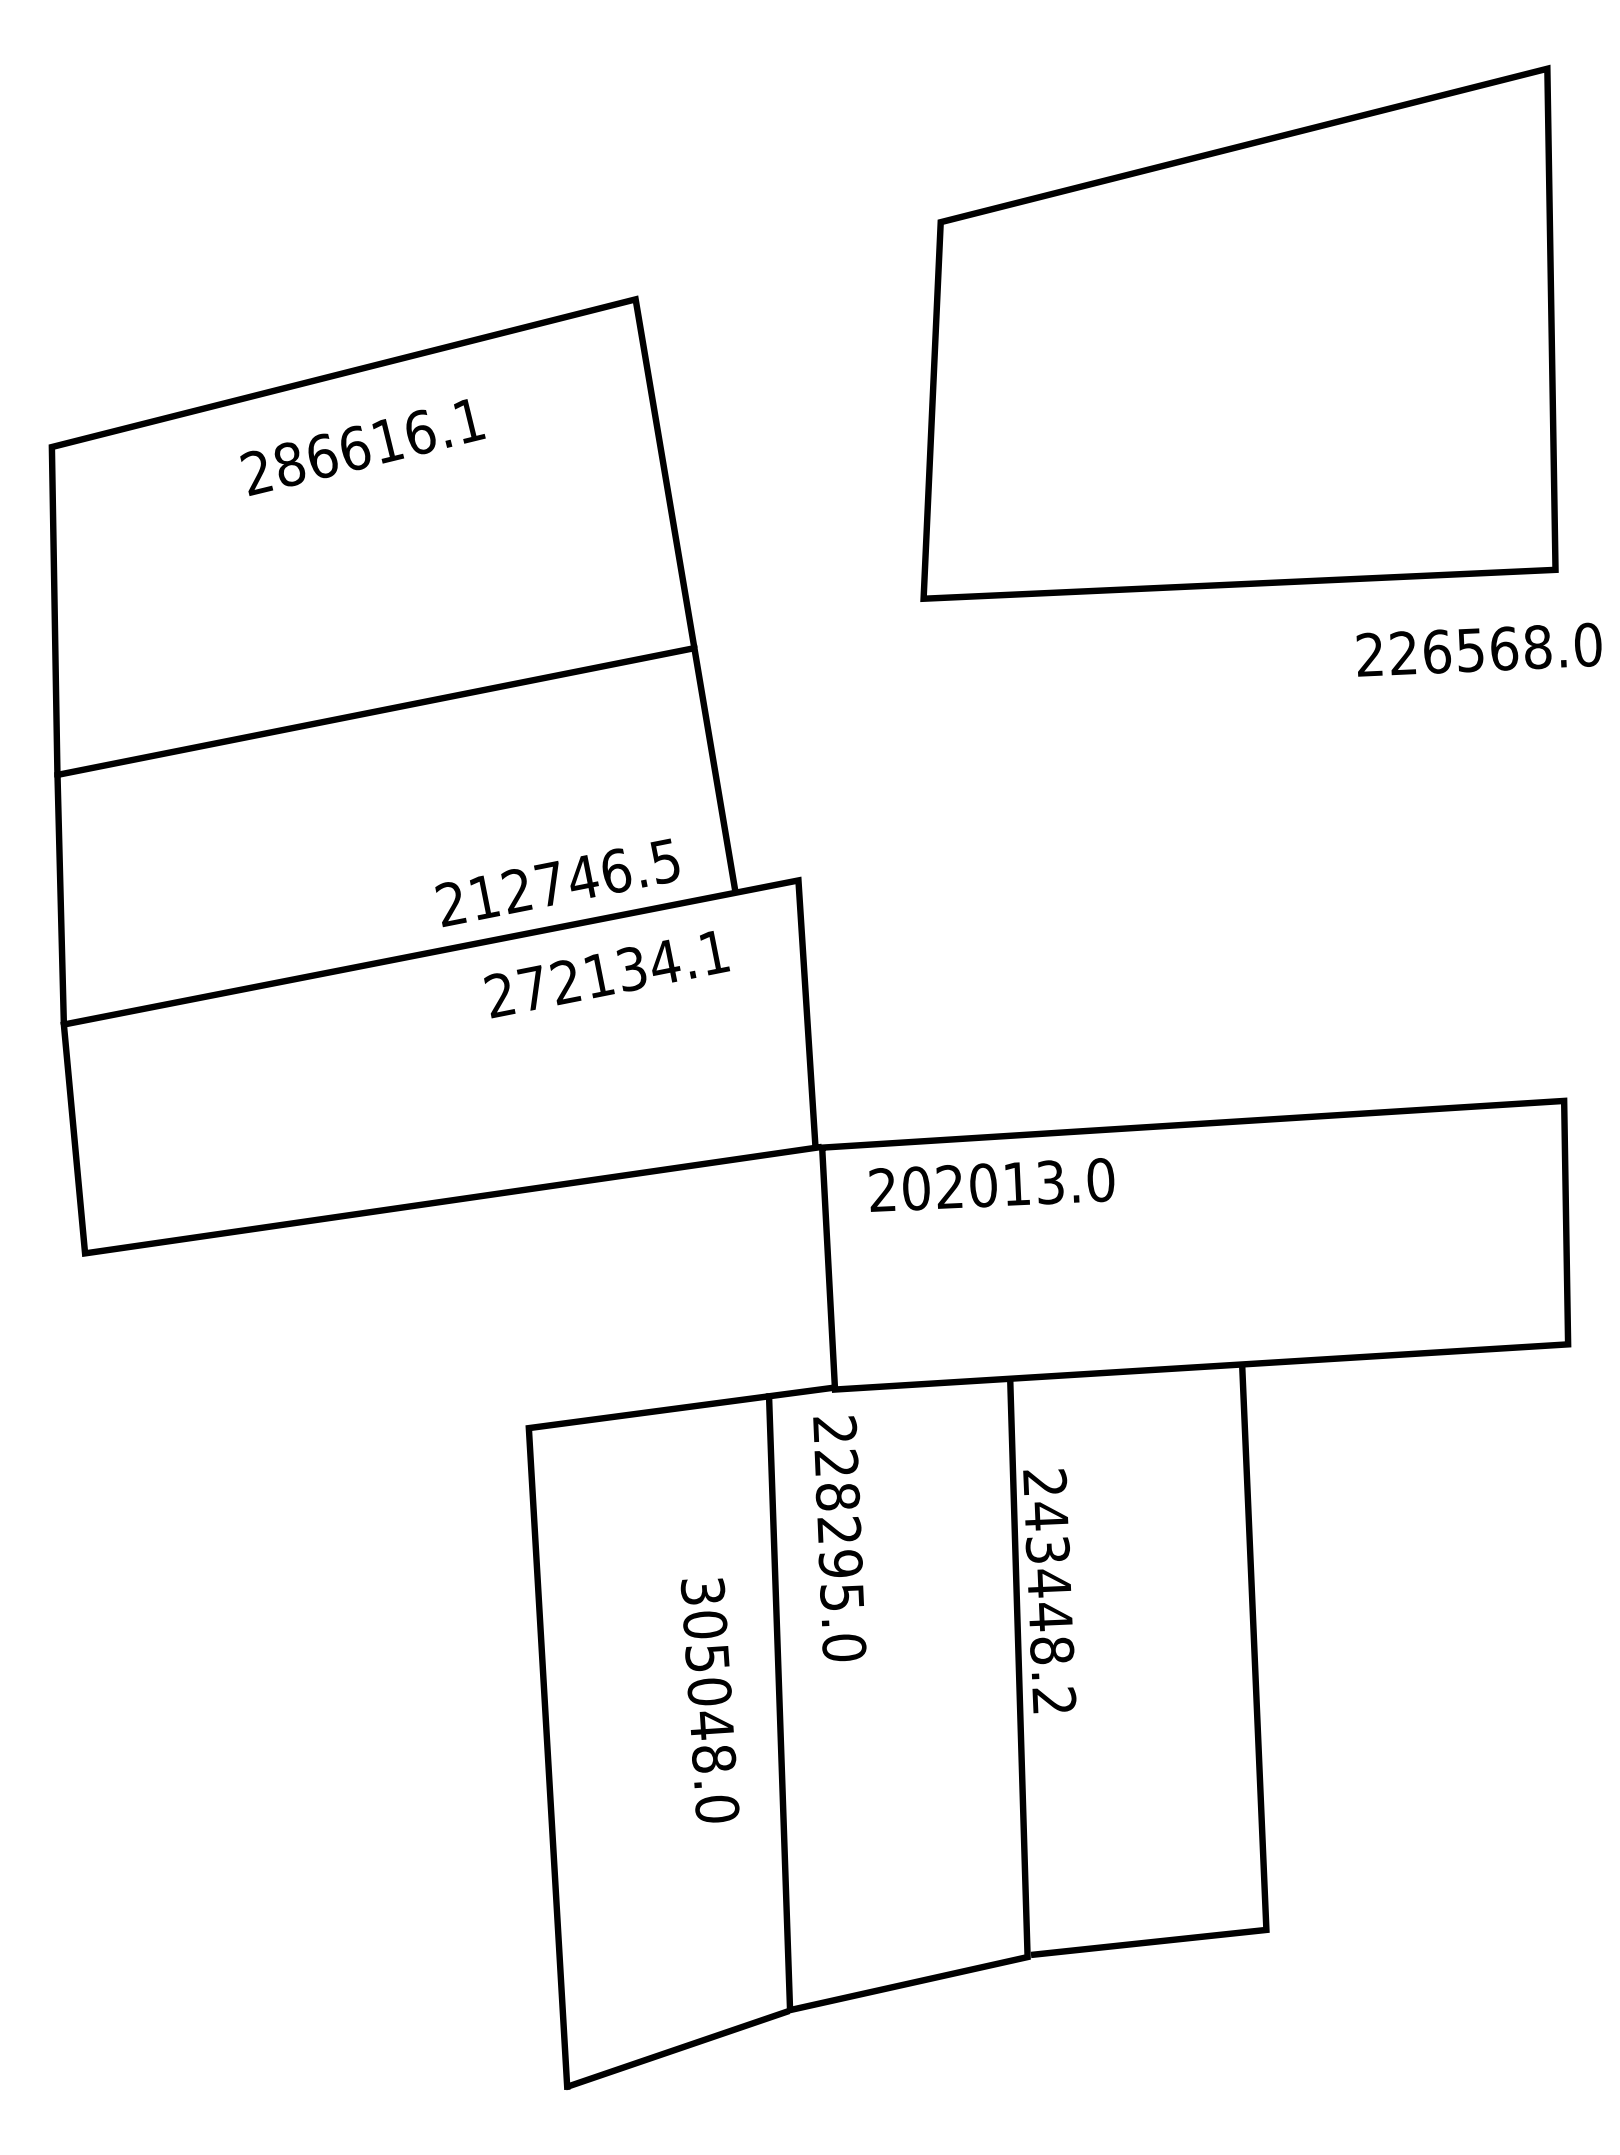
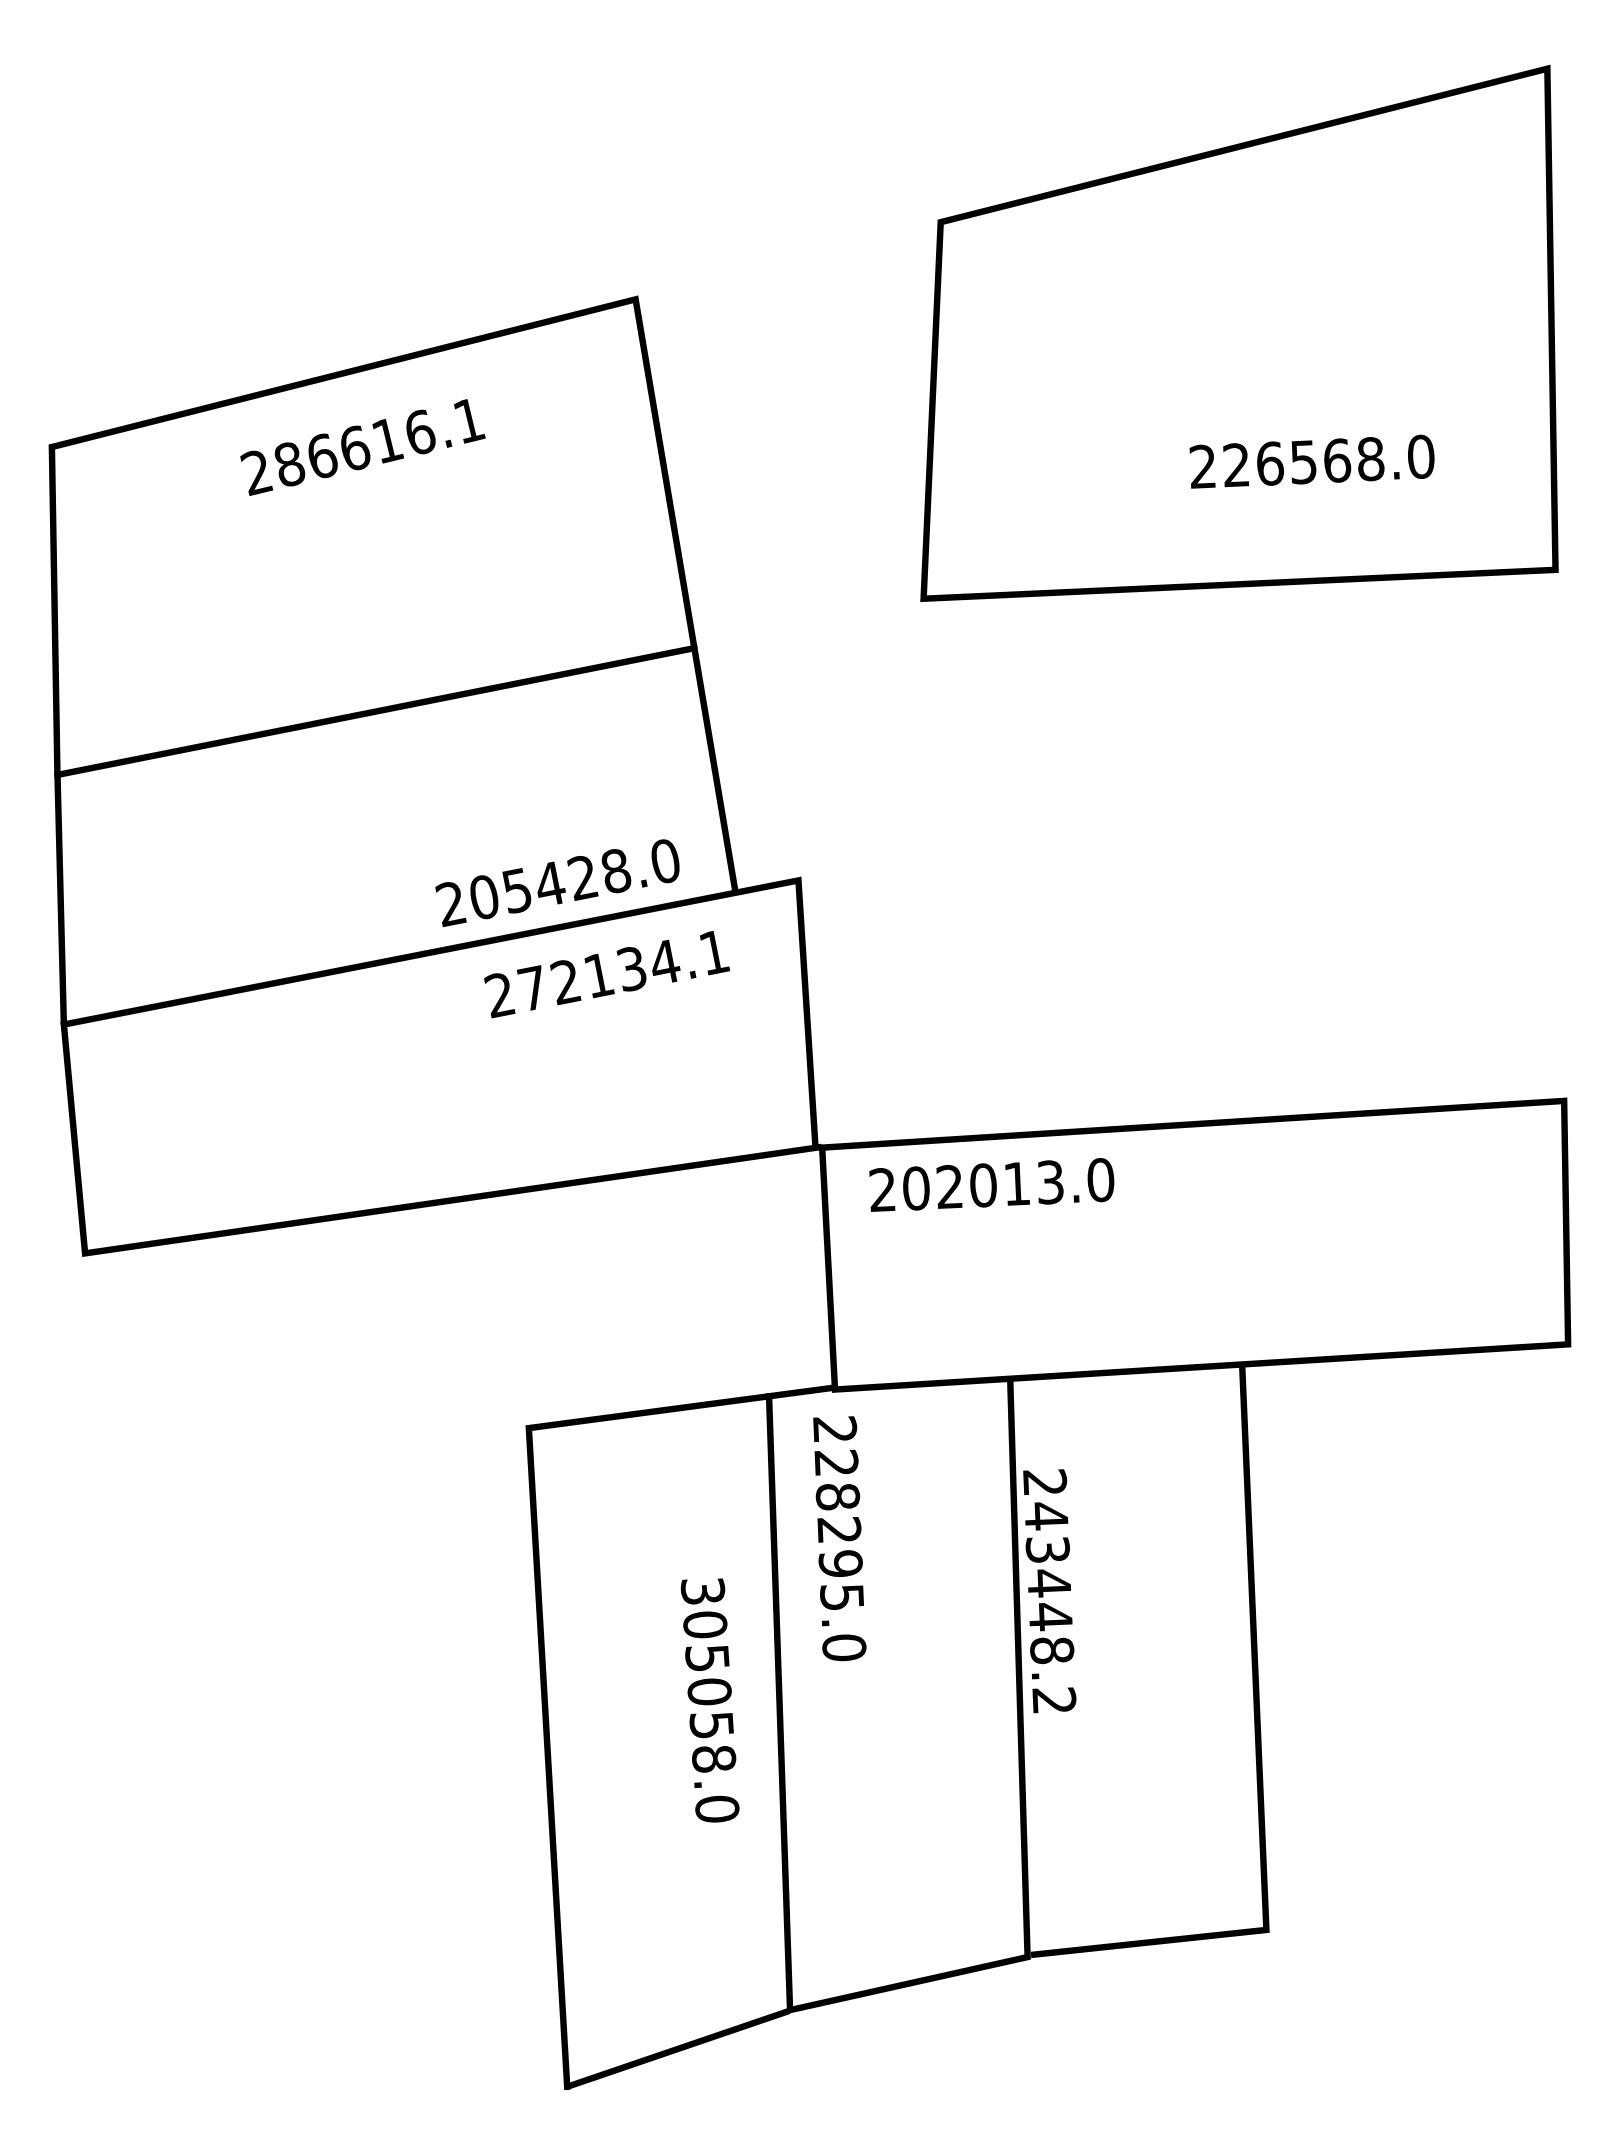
text at (1478, 649) position: (1478, 649) -> (1311, 461)
text at (574, 878): 212746.5 -> 205428.0
text at (711, 1725): 305048.0 -> 305058.0
